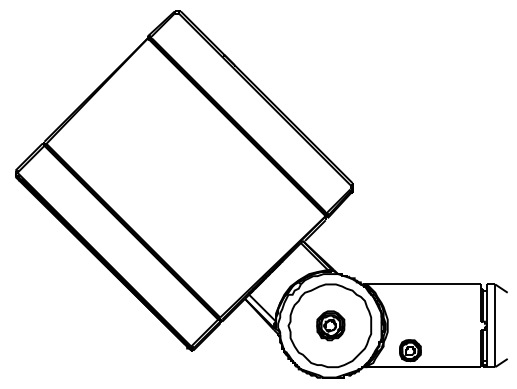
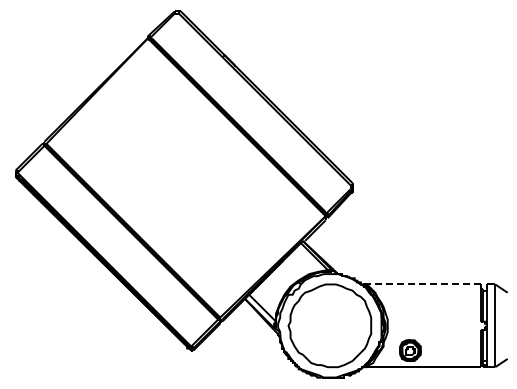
line at (422, 284): solid -> dashed
part at (330, 325): present -> none
